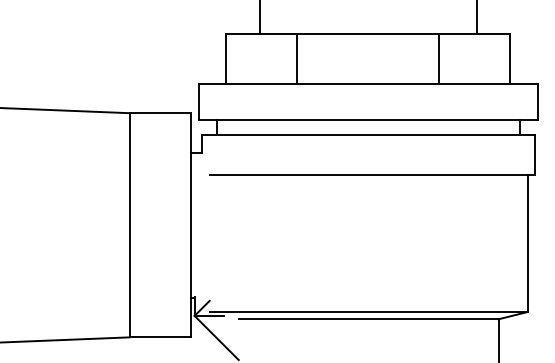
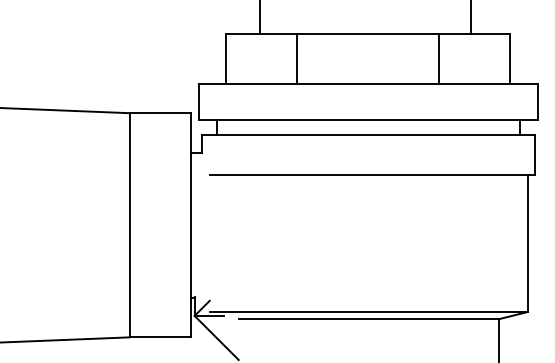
line at (476, 18) position: (476, 18) -> (470, 18)
